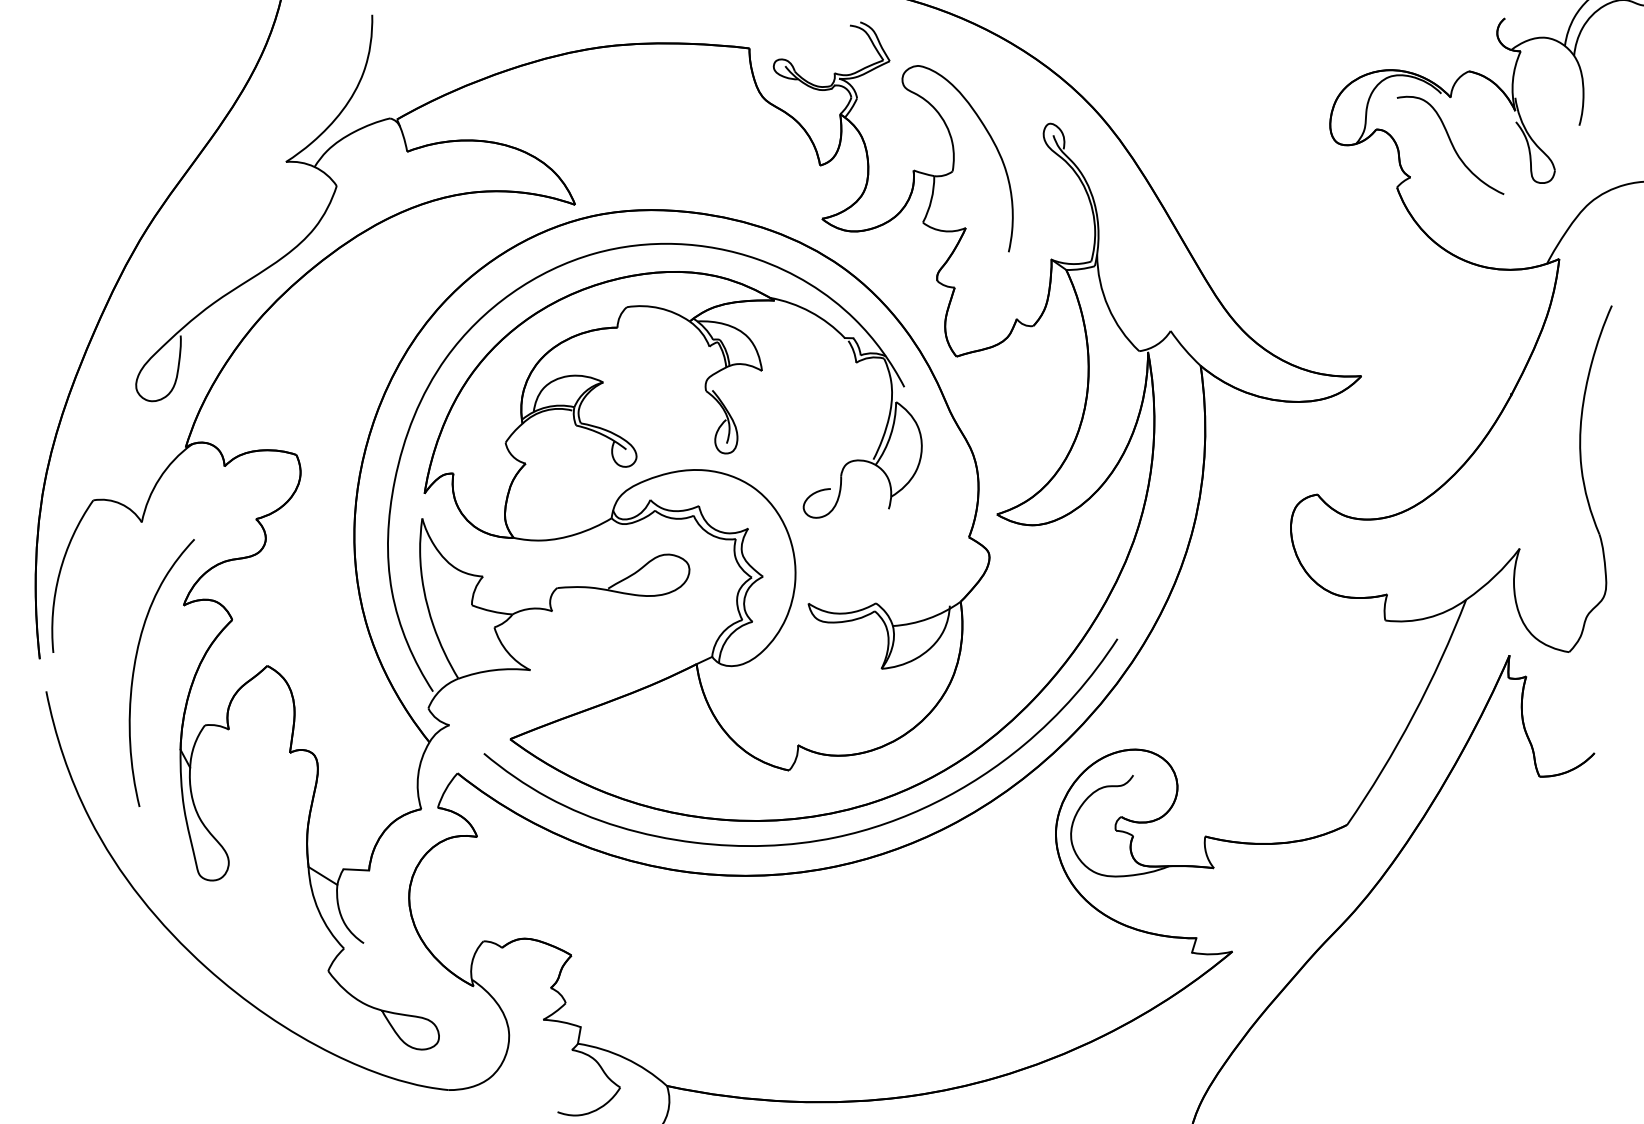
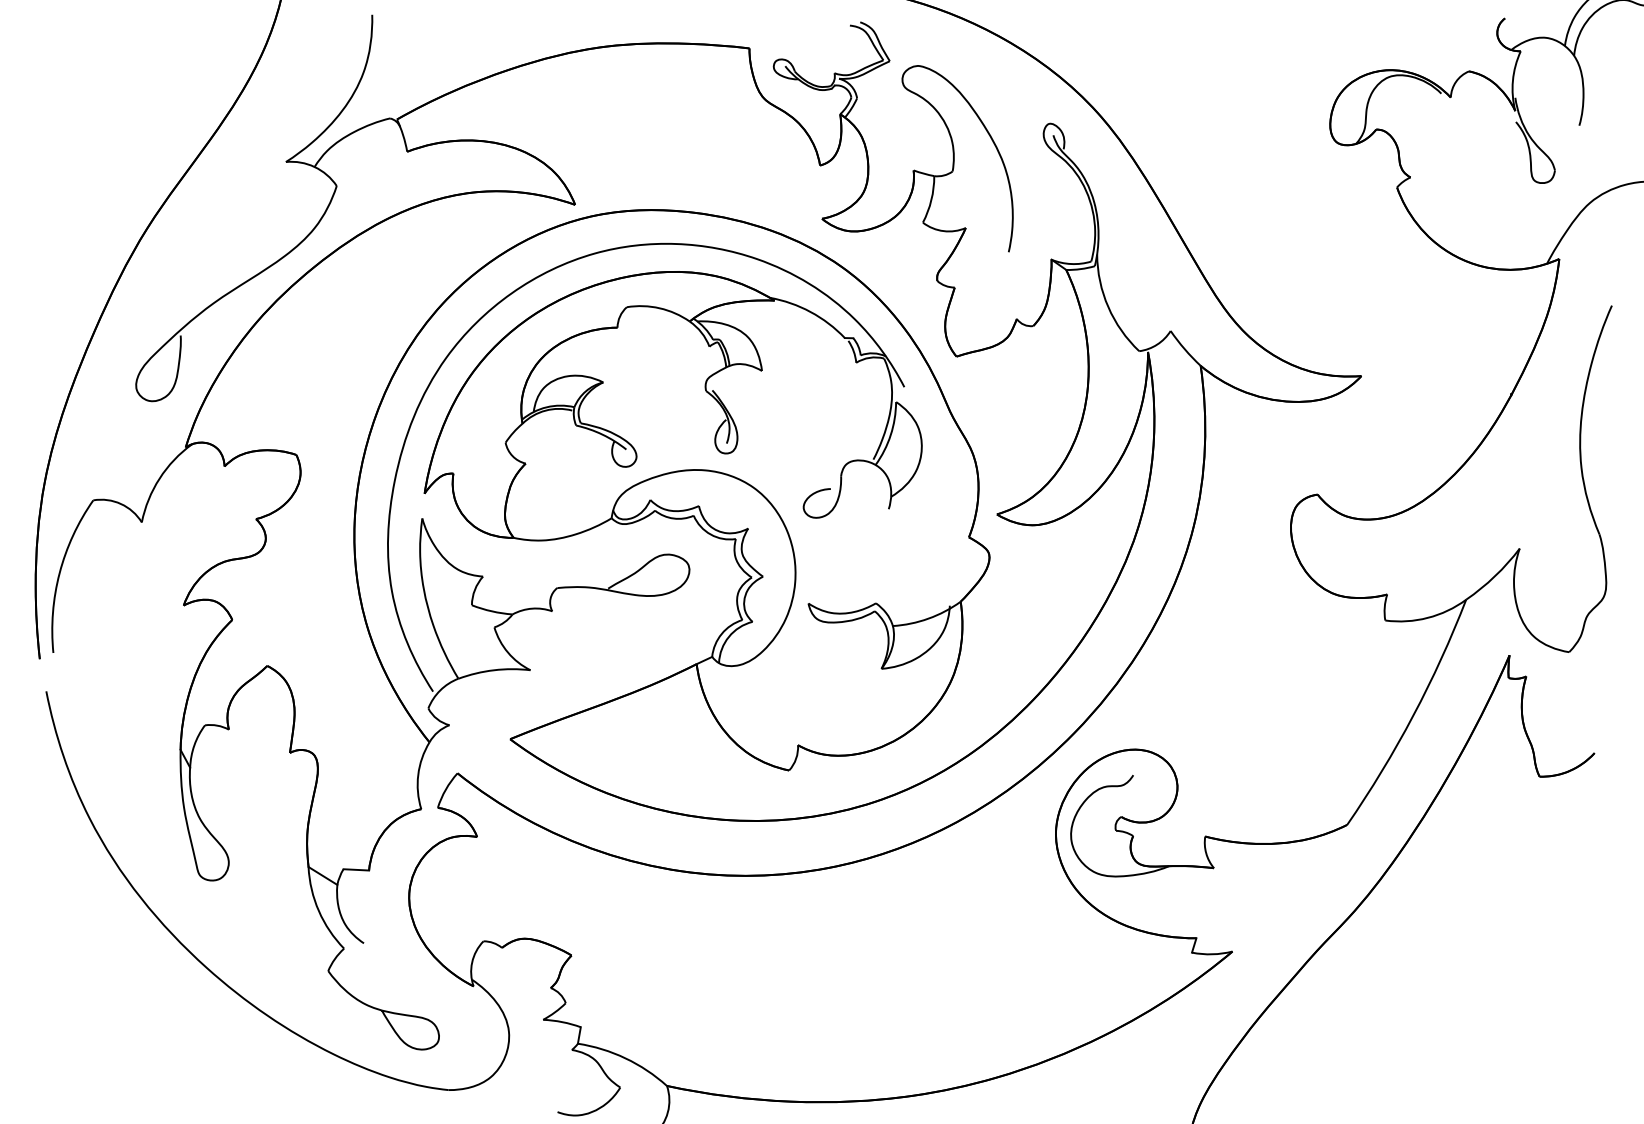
curve at (1450, 143): present -> none
curve at (135, 667): present -> none
curve at (817, 839): present -> none
